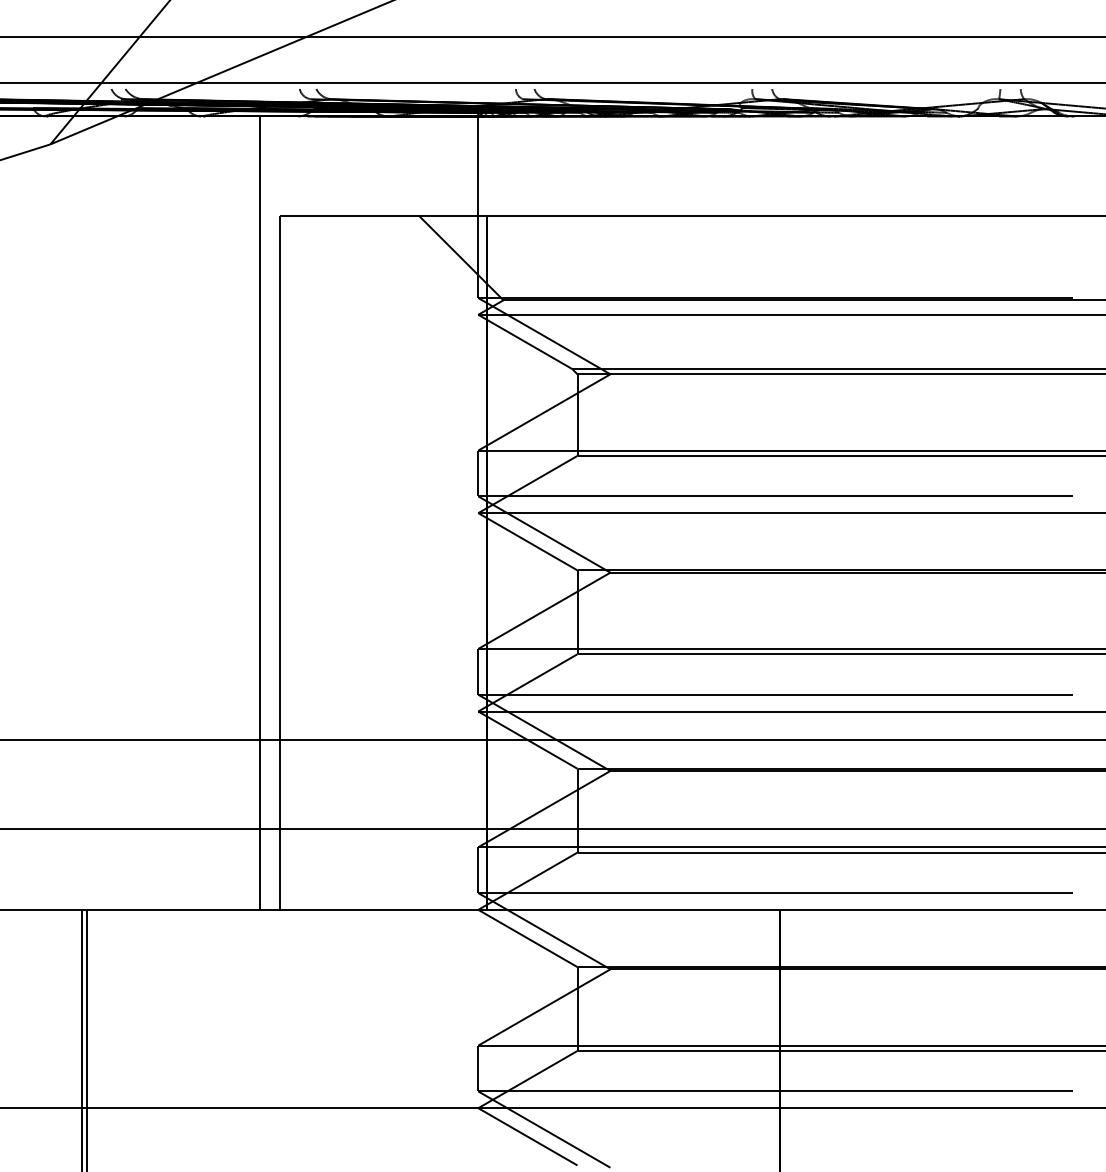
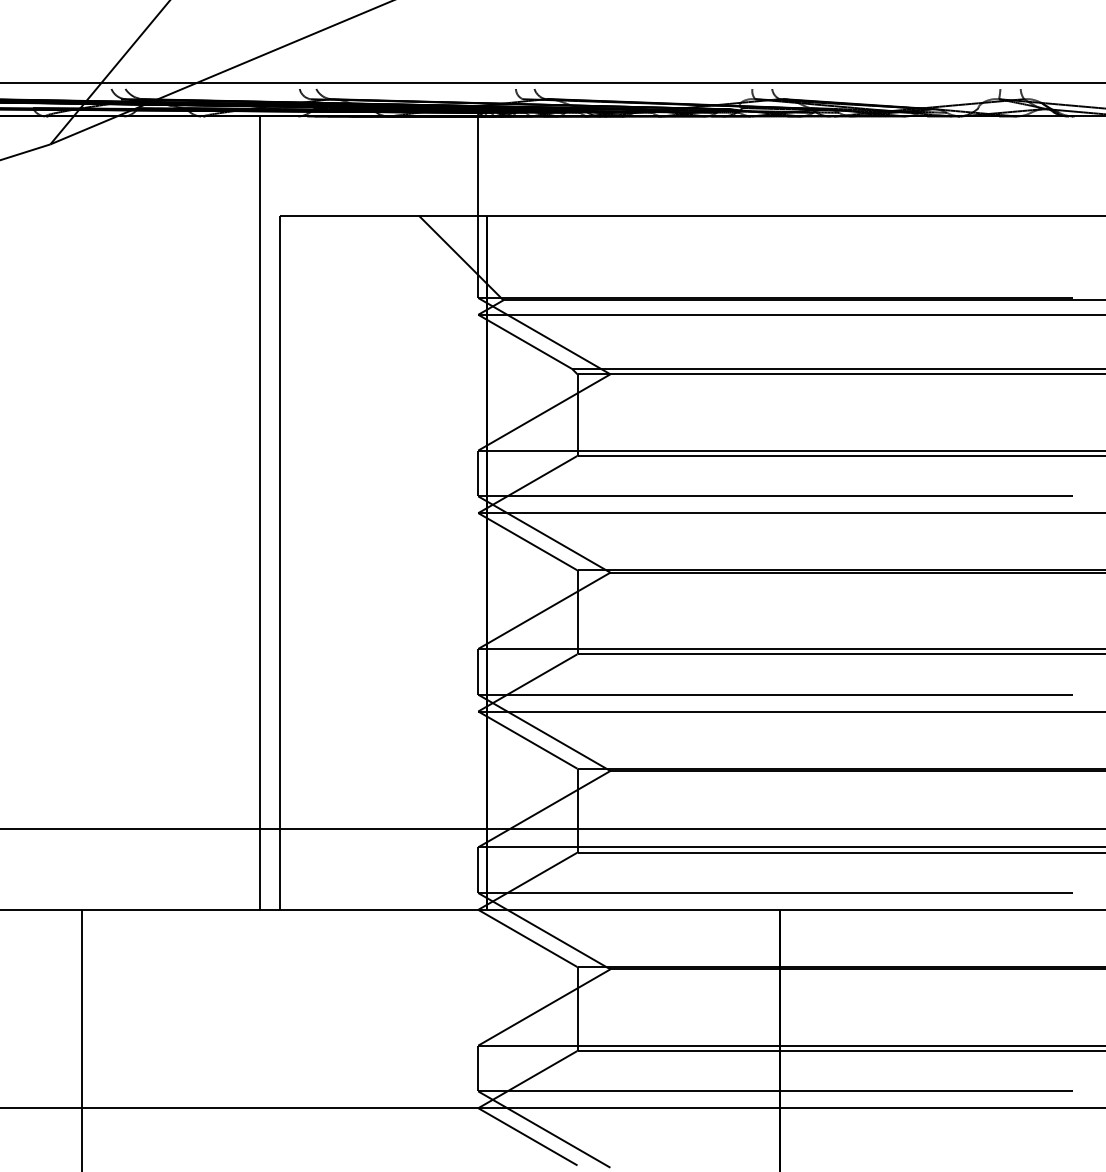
line at (552, 37): present -> none
line at (552, 740): present -> none
line at (86, 1038): present -> none
